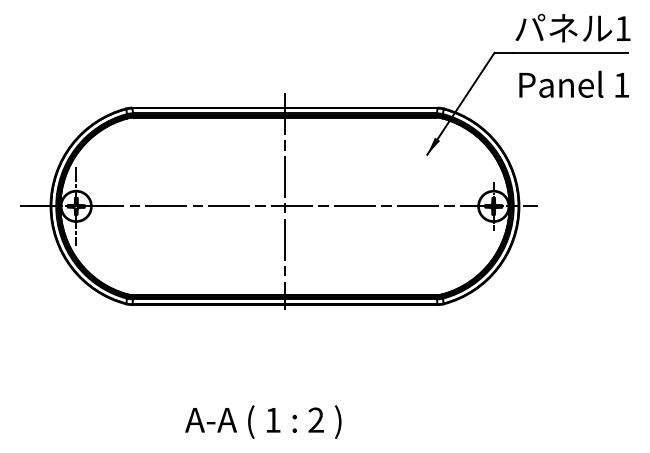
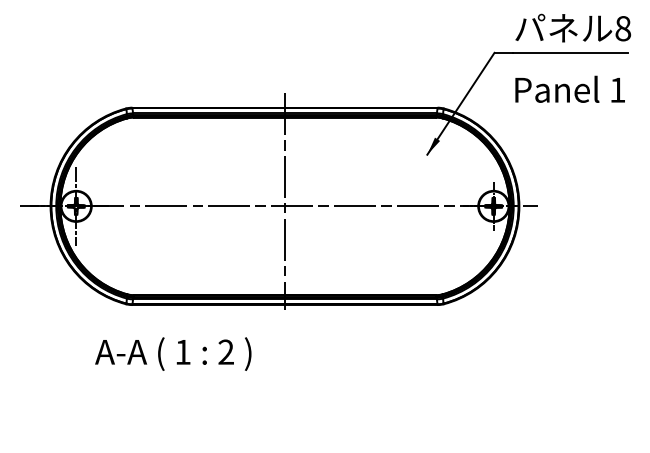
text at (623, 28): 1 -> 8
text at (573, 83) position: (573, 83) -> (569, 88)
text at (263, 421) position: (263, 421) -> (173, 353)
